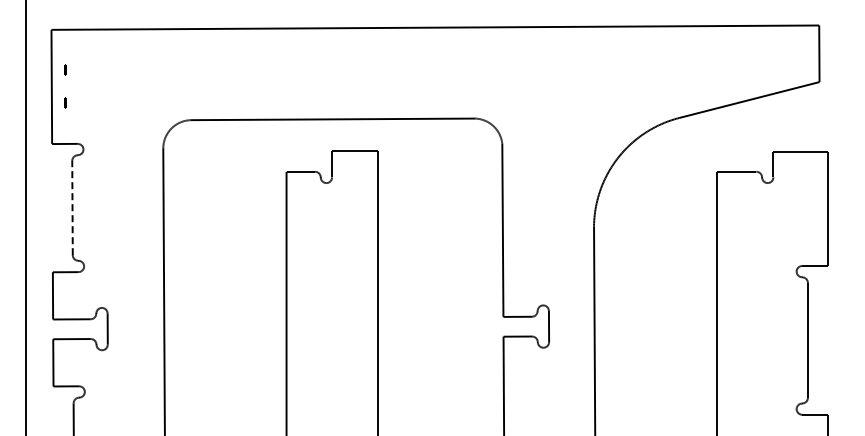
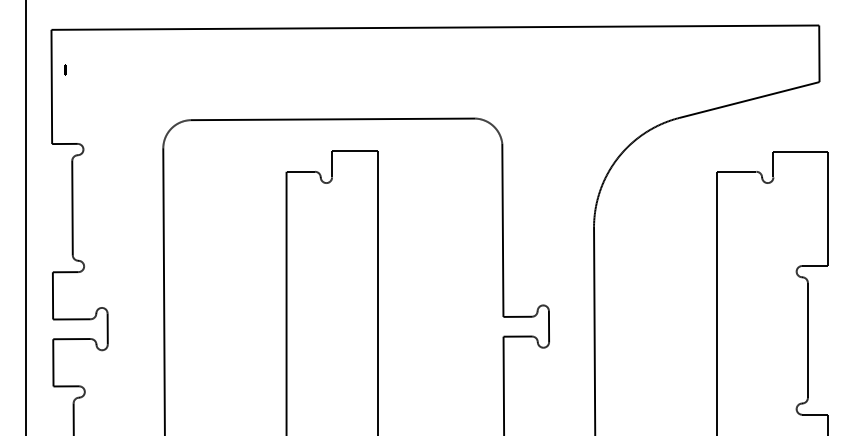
line at (65, 102): present -> none
line at (72, 207): dashed -> solid
